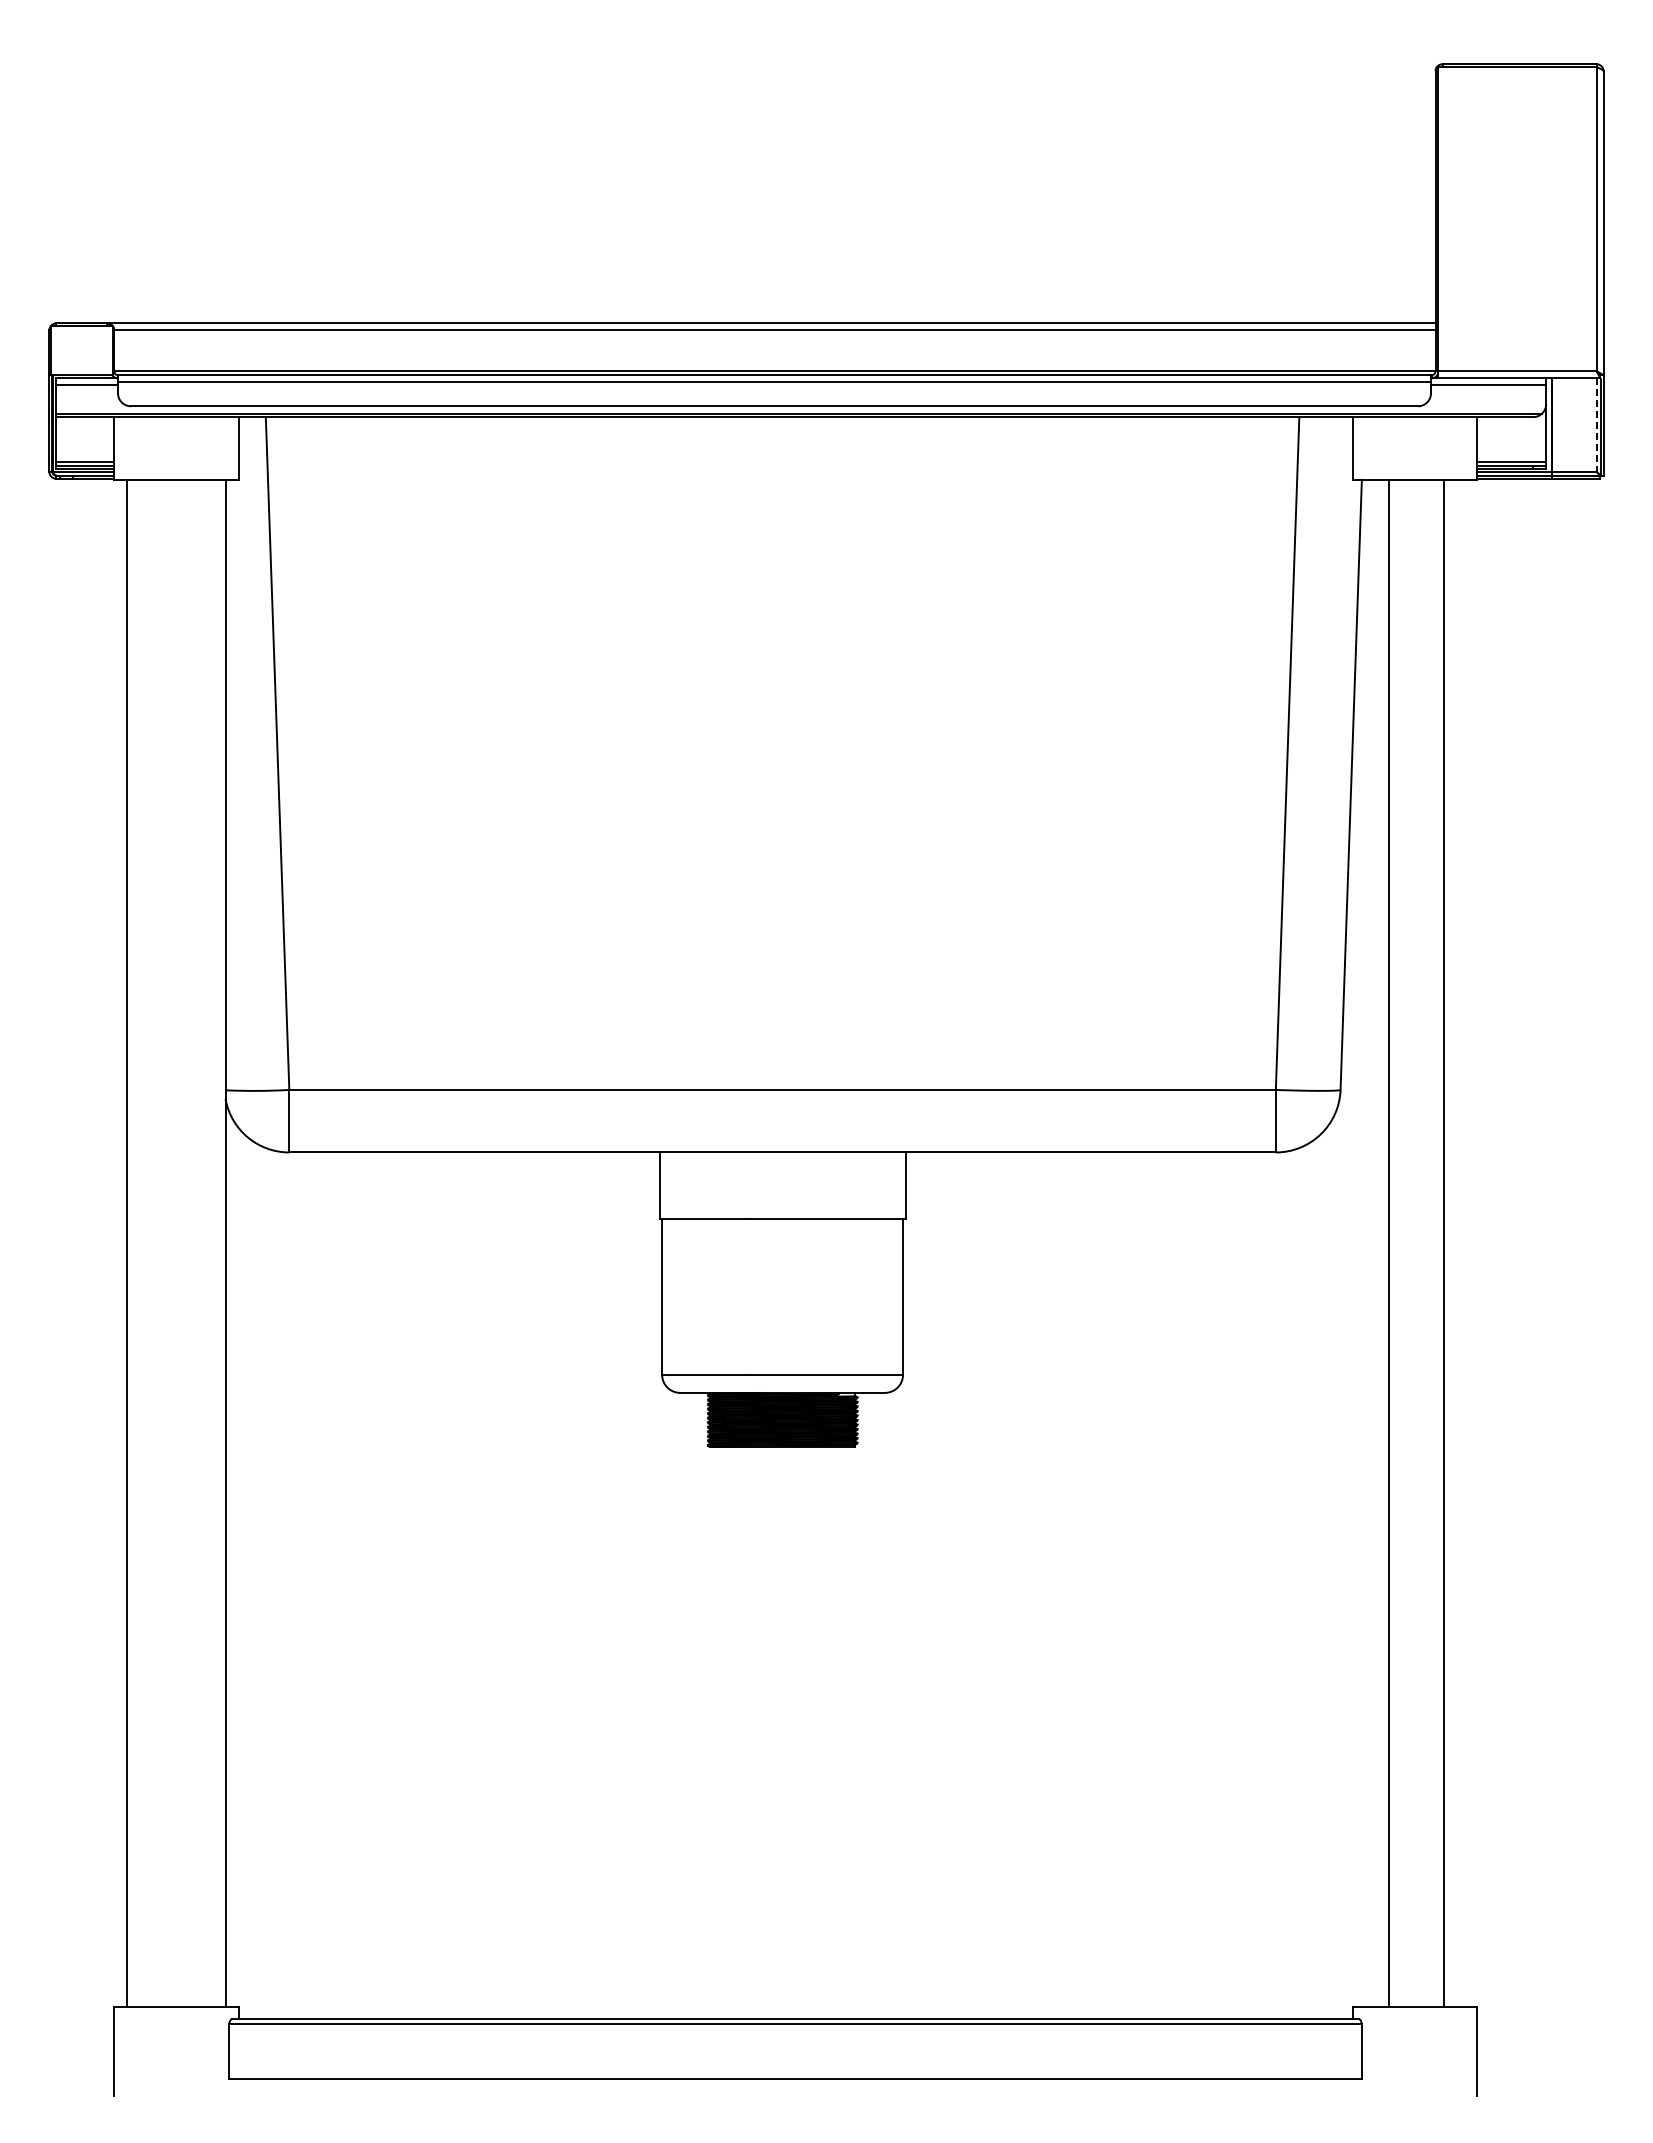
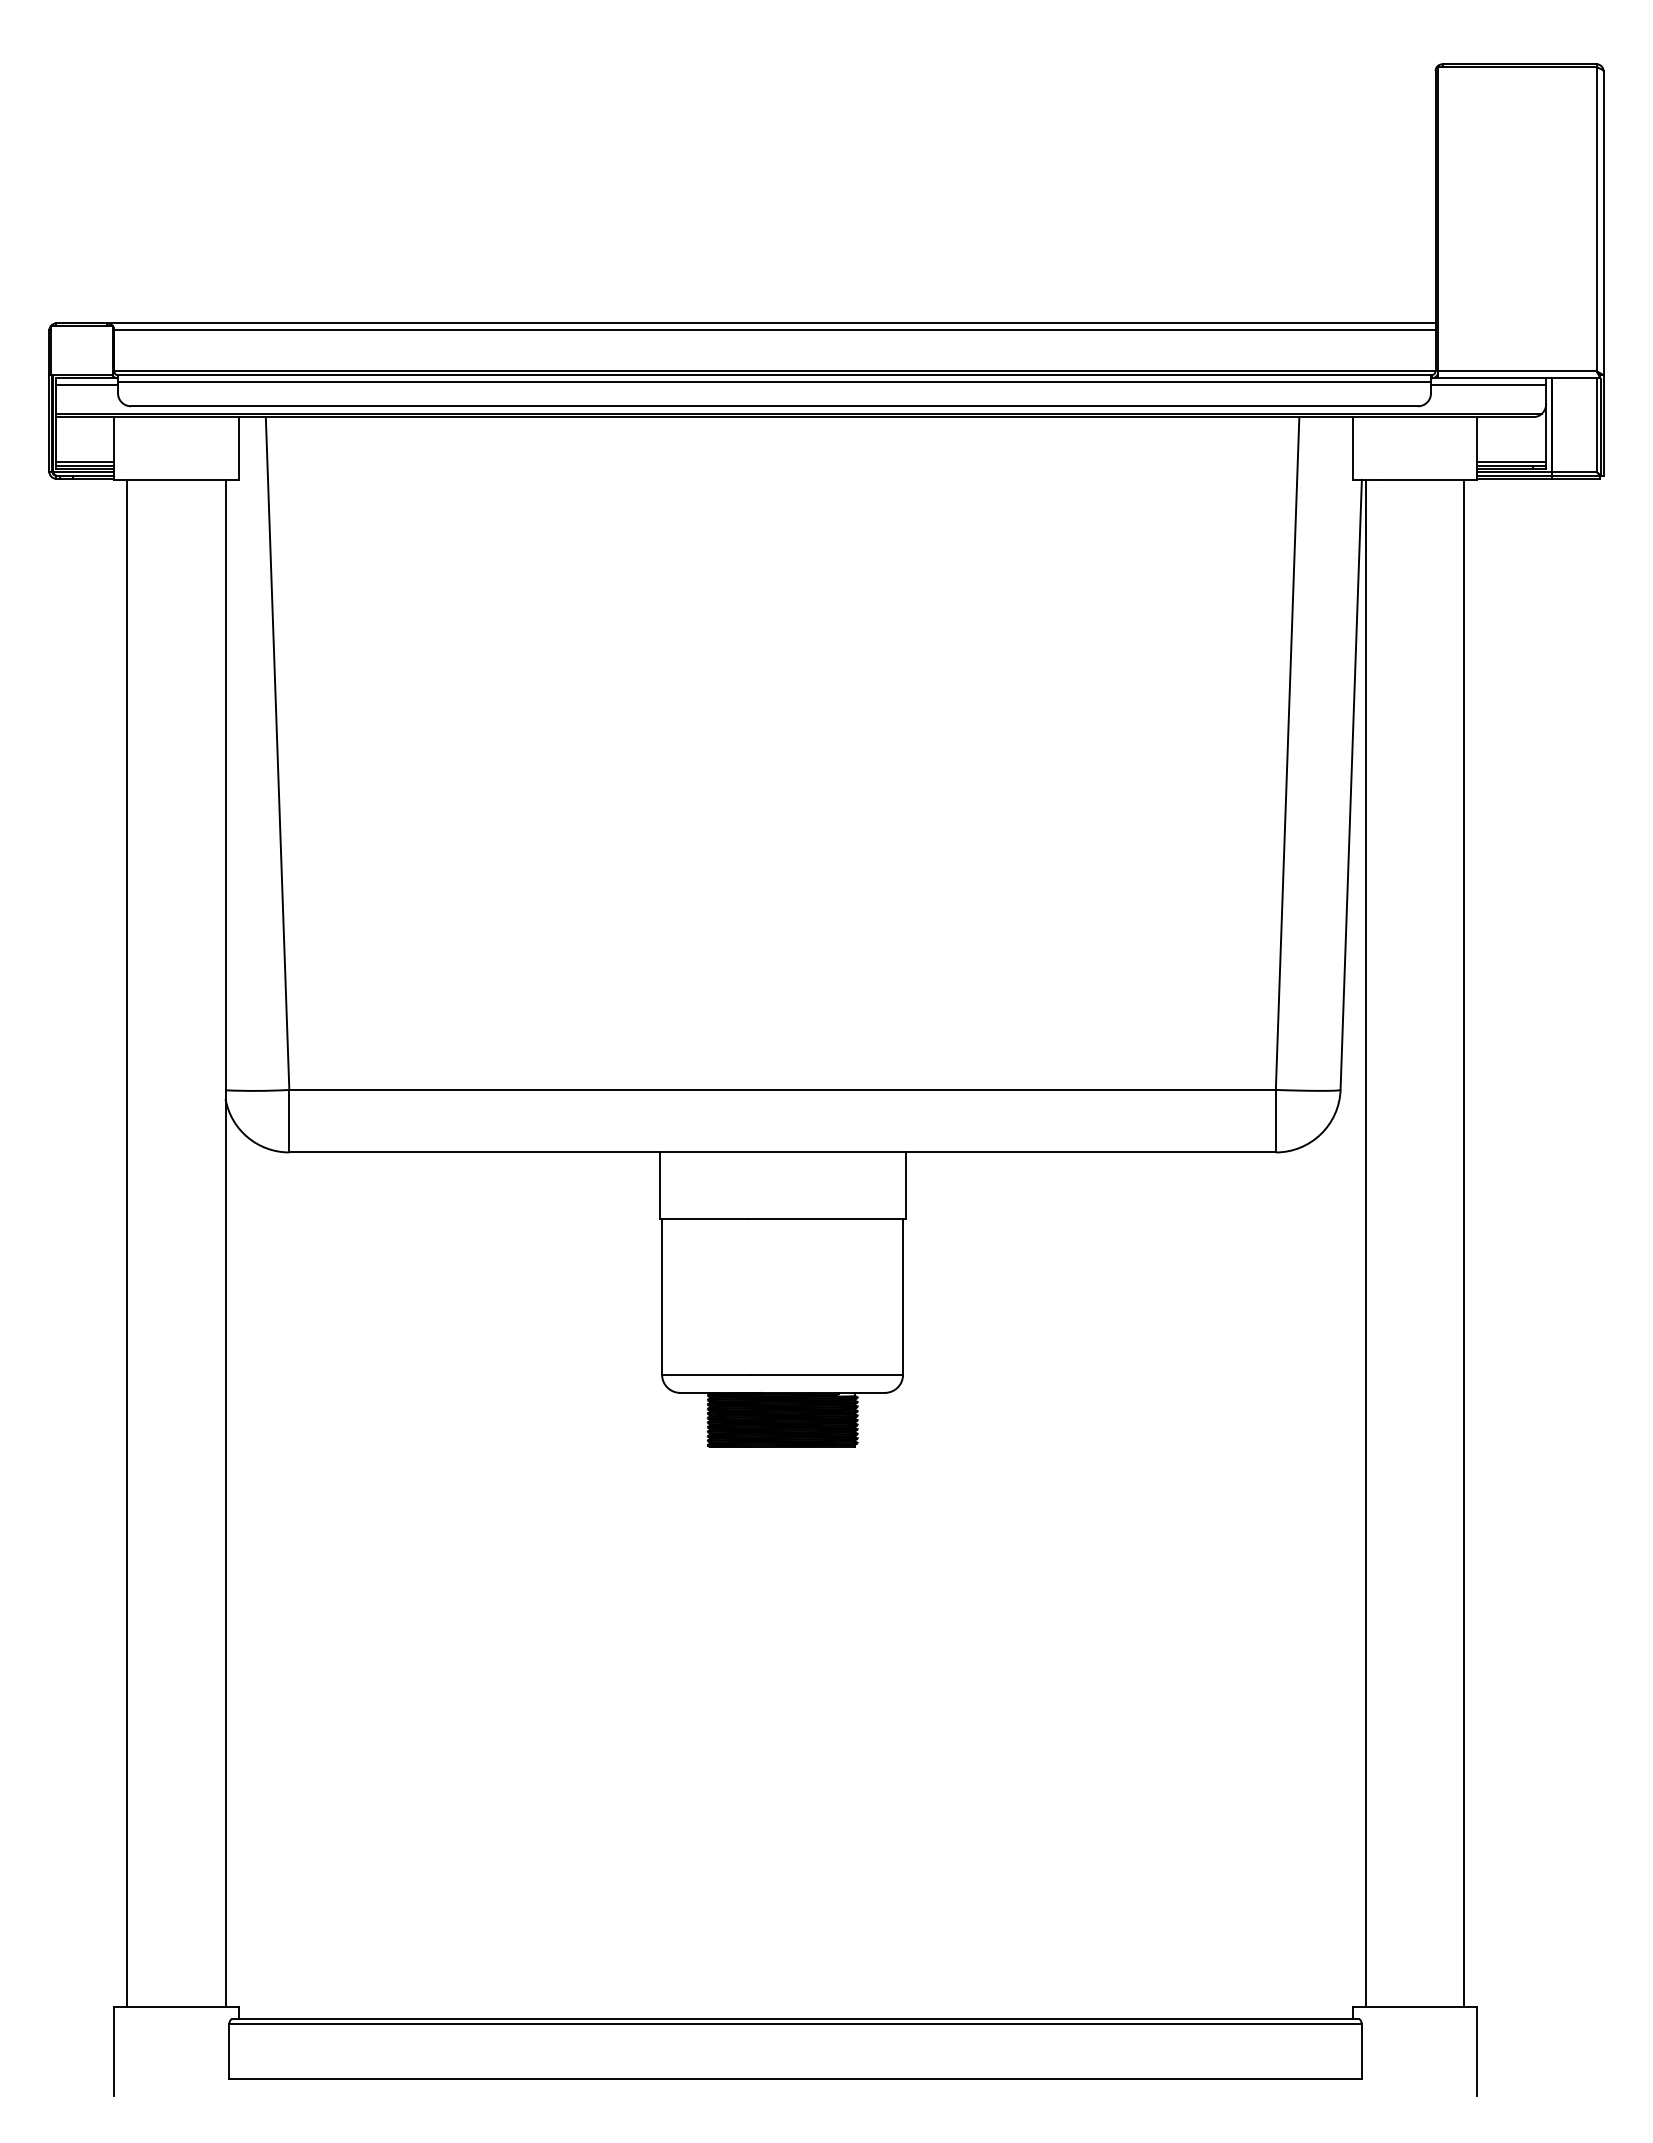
line at (1596, 425): dashed -> solid
line at (1388, 1243) position: (1388, 1243) -> (1365, 1243)
line at (1443, 1243) position: (1443, 1243) -> (1463, 1243)
